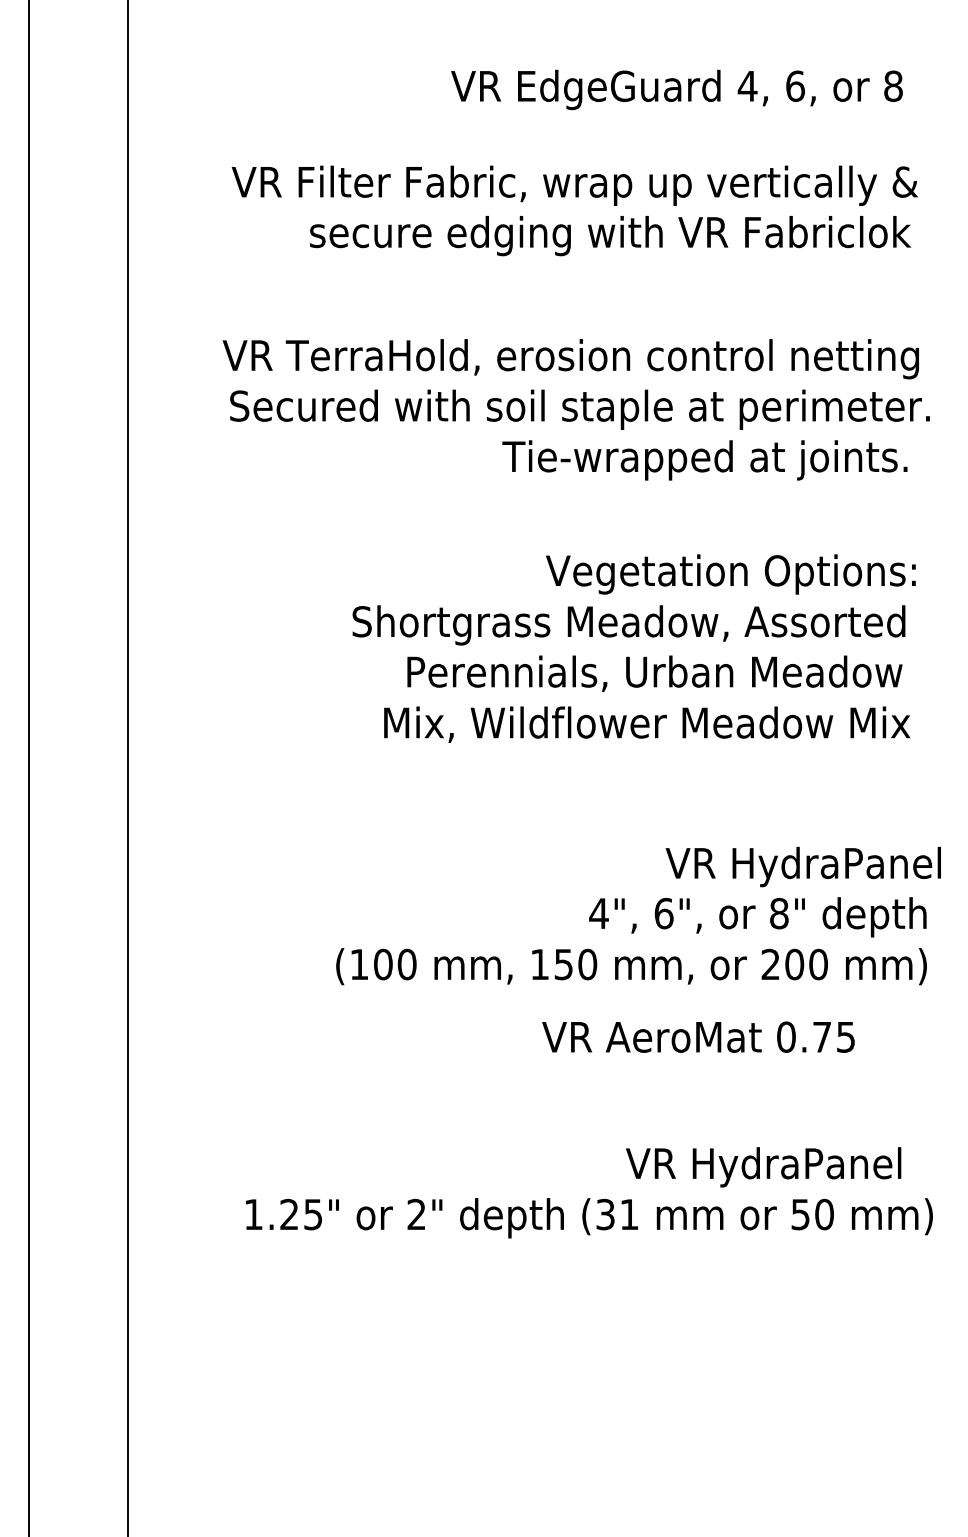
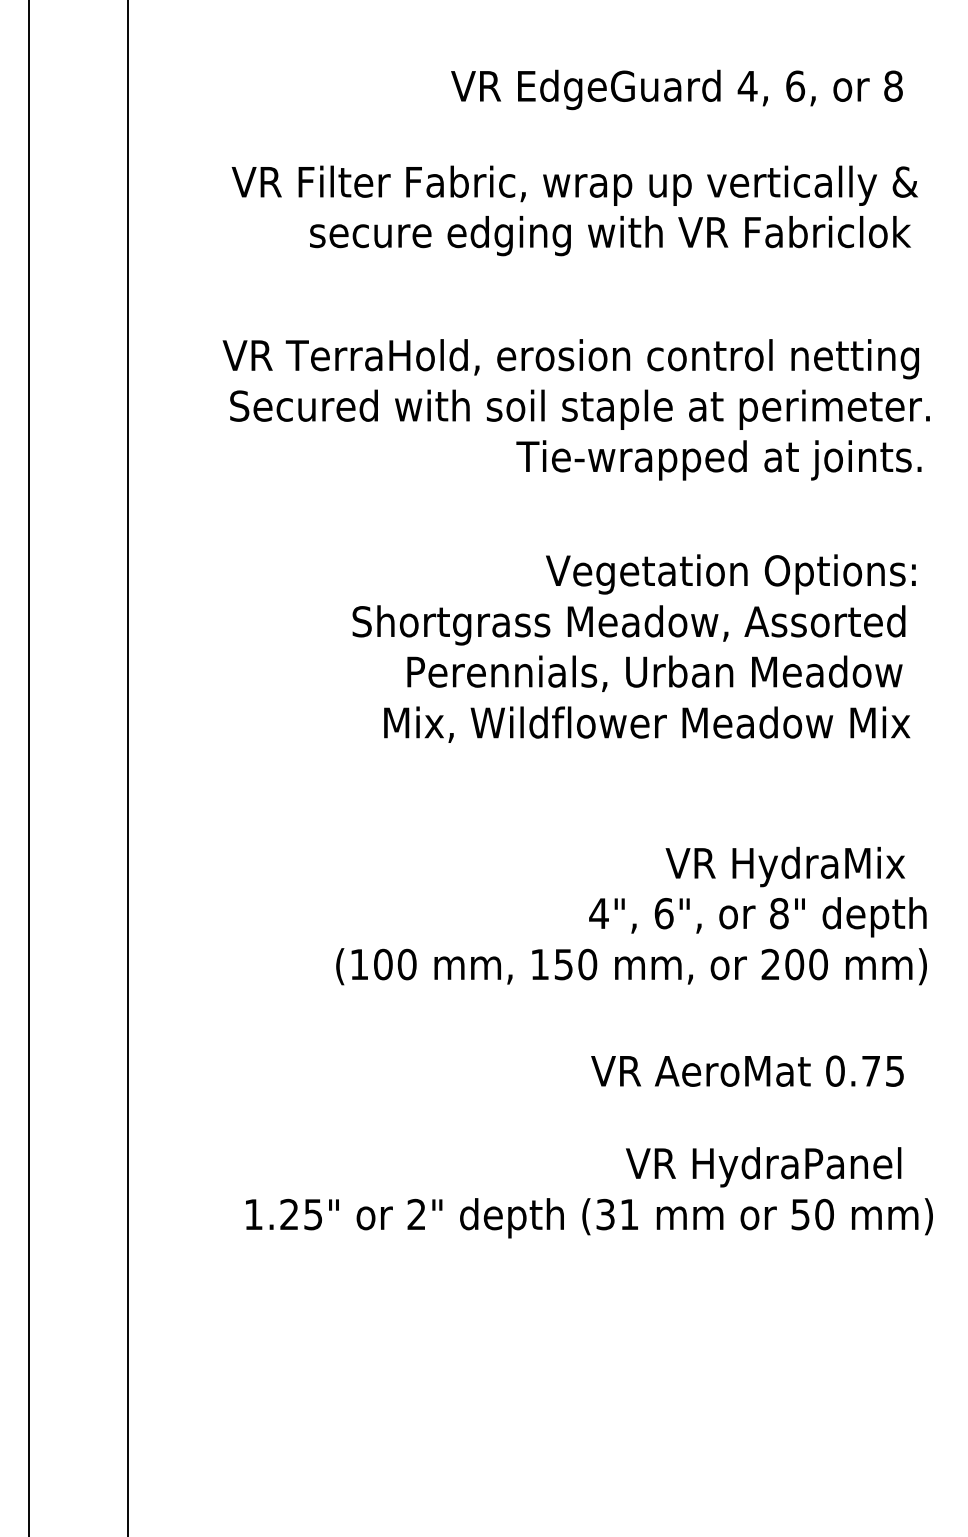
text at (704, 460) position: (704, 460) -> (718, 460)
text at (894, 862): VR HydraPanel -> VR HydraMix
text at (698, 1036) position: (698, 1036) -> (747, 1070)
